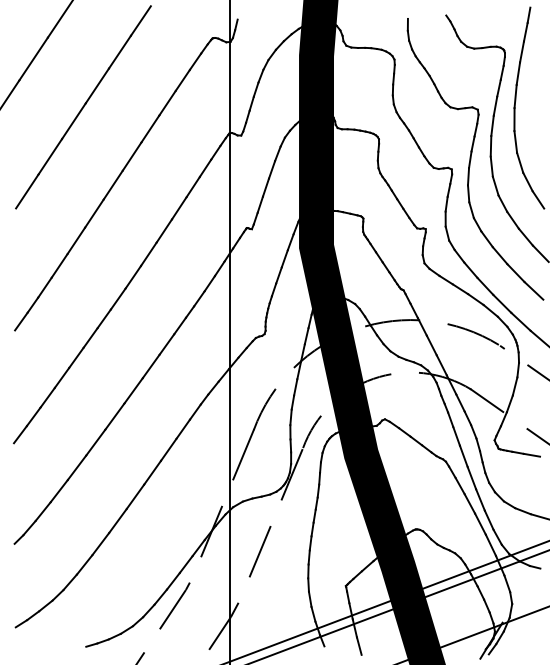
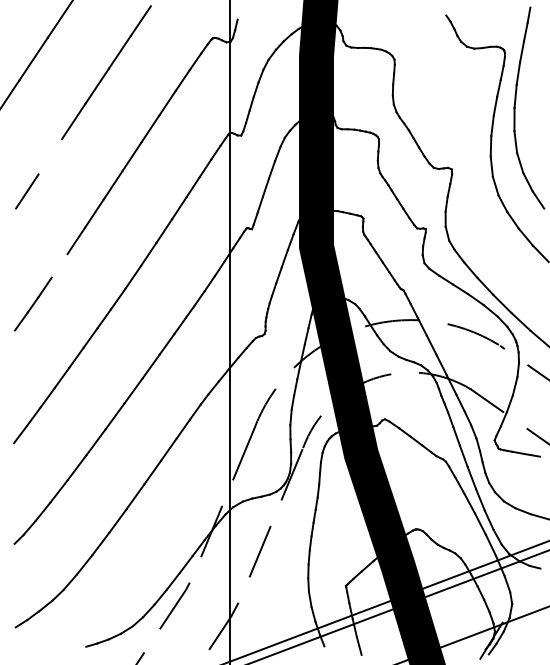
line at (50, 156): present -> none
part at (475, 159): present -> none
line at (59, 265): present -> none
